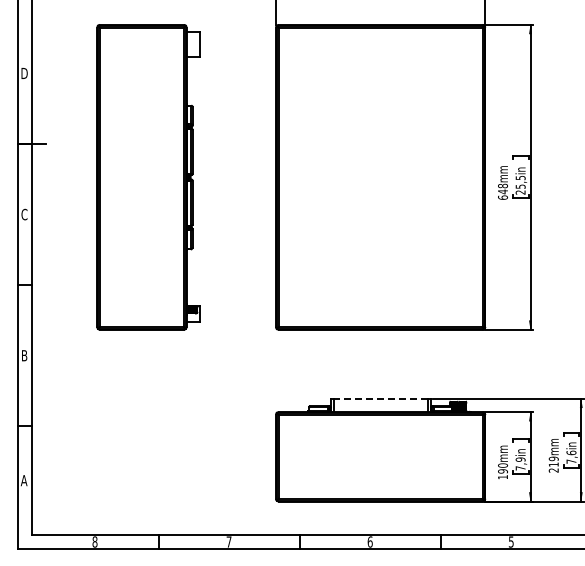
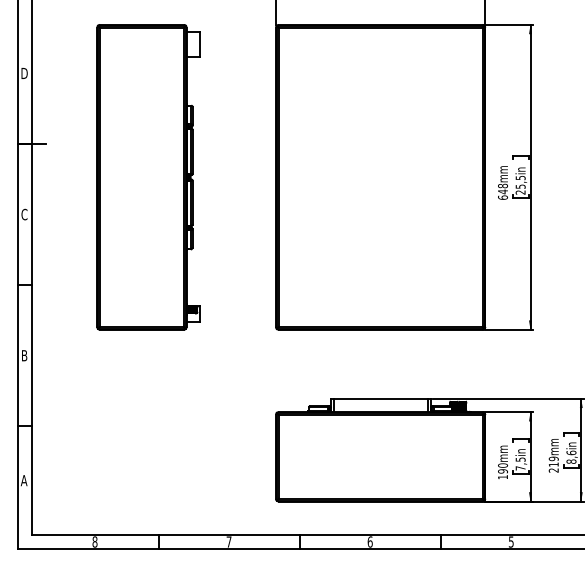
line at (380, 398): dashed -> solid
text at (520, 459): 7,9in -> 7,5in
text at (571, 461): 7,6in -> 8,6in
